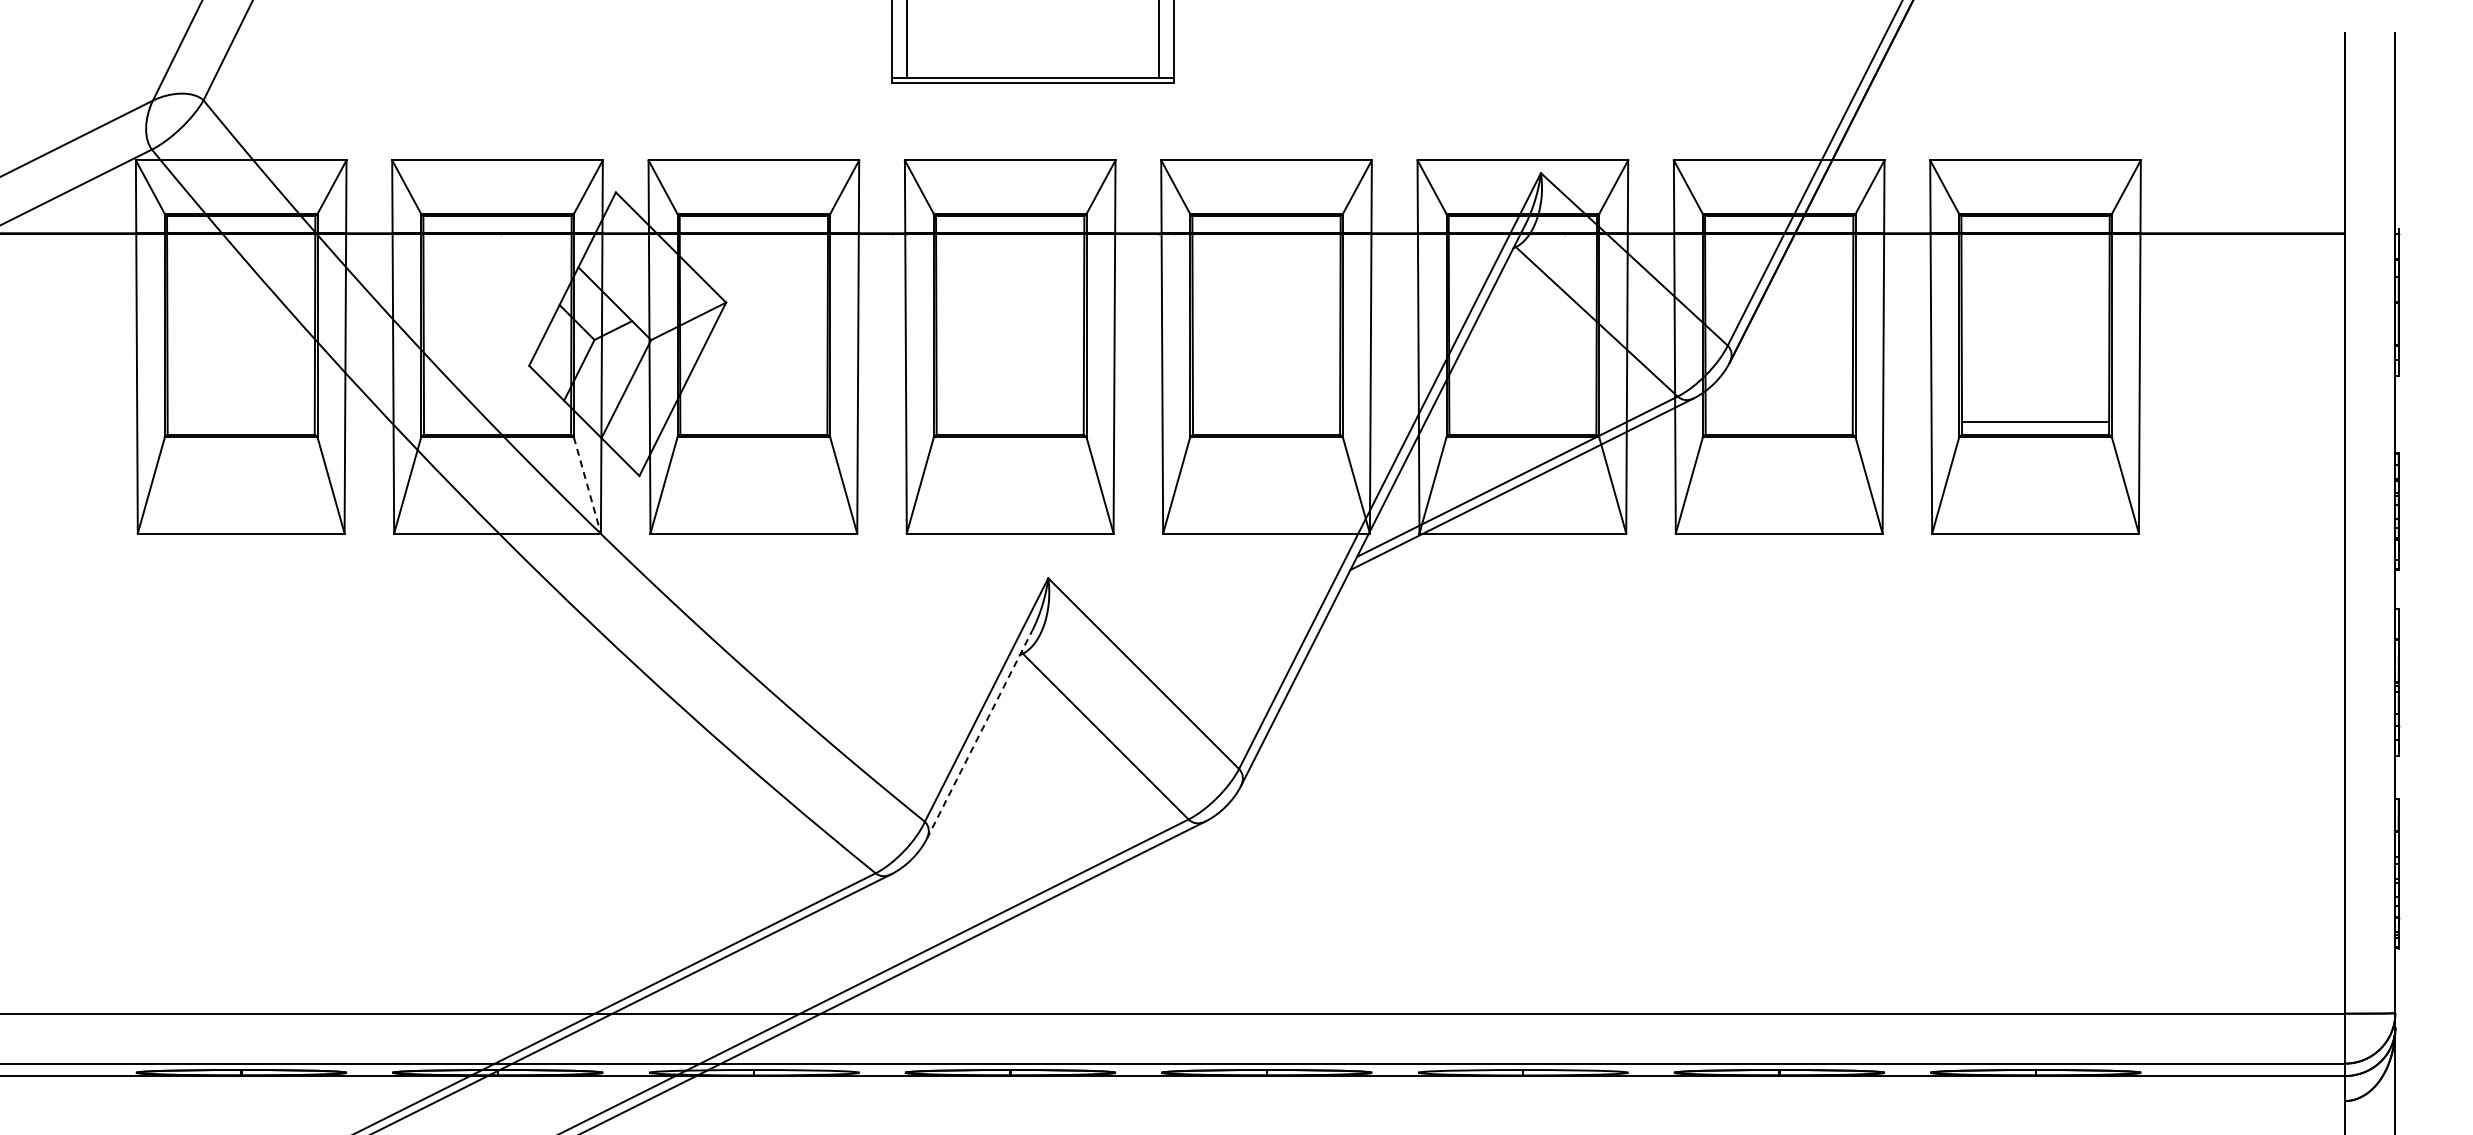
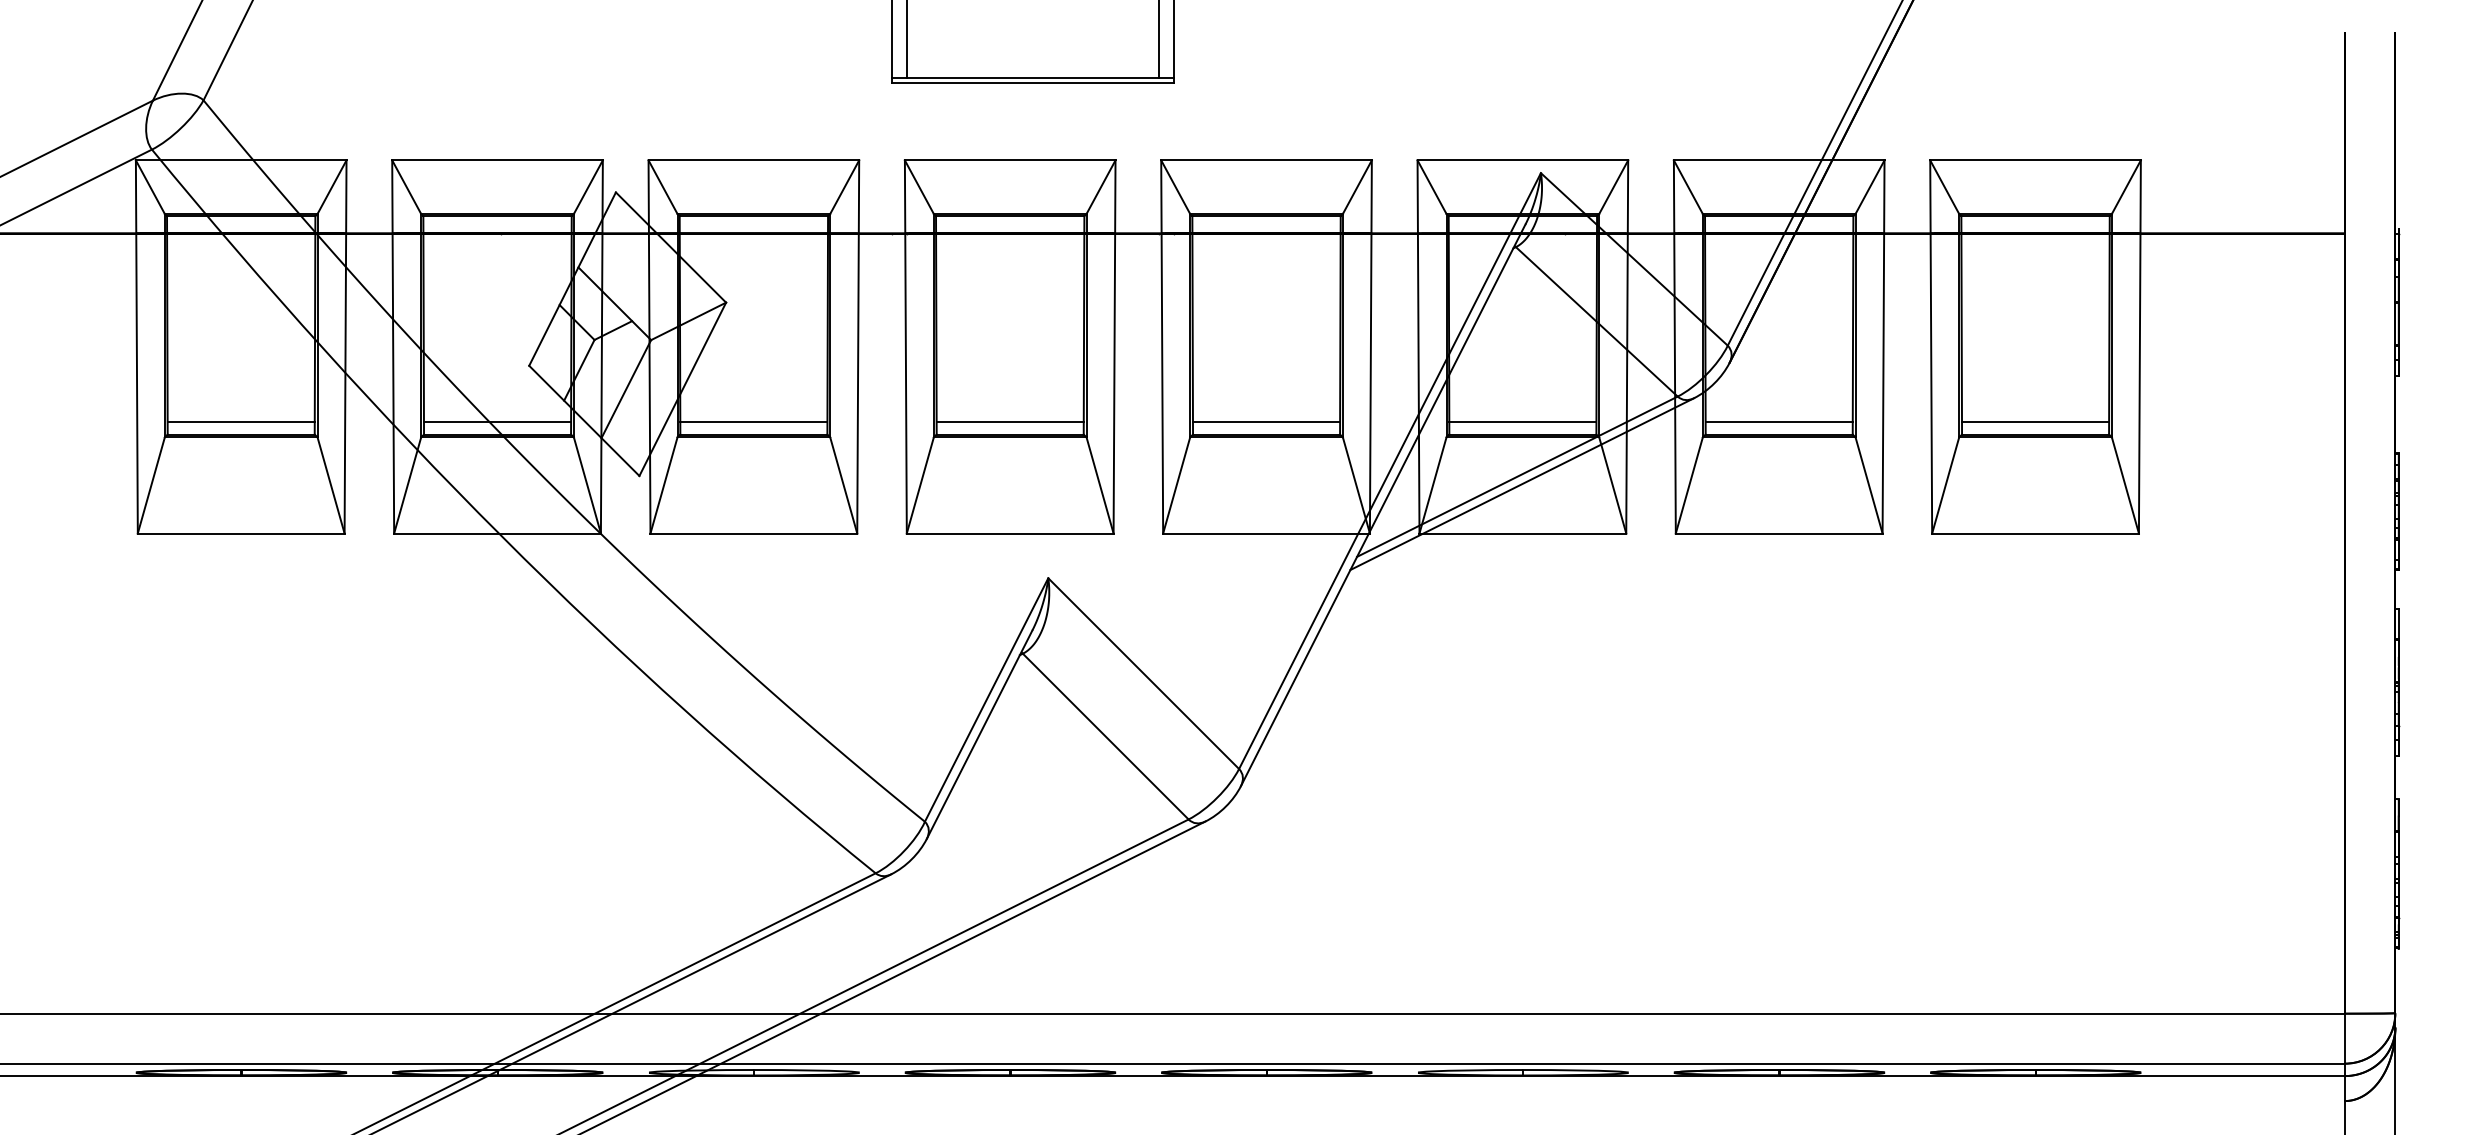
line at (240, 421): none -> present
line at (497, 421): none -> present
line at (753, 421): none -> present
line at (1009, 421): none -> present
line at (1266, 421): none -> present
line at (1522, 421): none -> present
line at (1778, 421): none -> present
line at (587, 485): dashed -> solid
line at (979, 734): dashed -> solid
